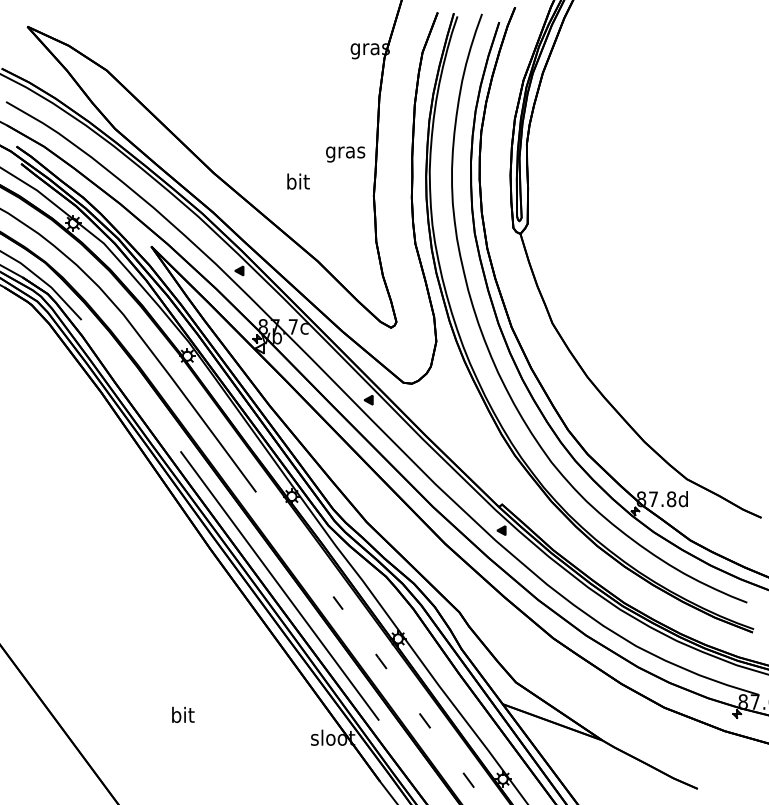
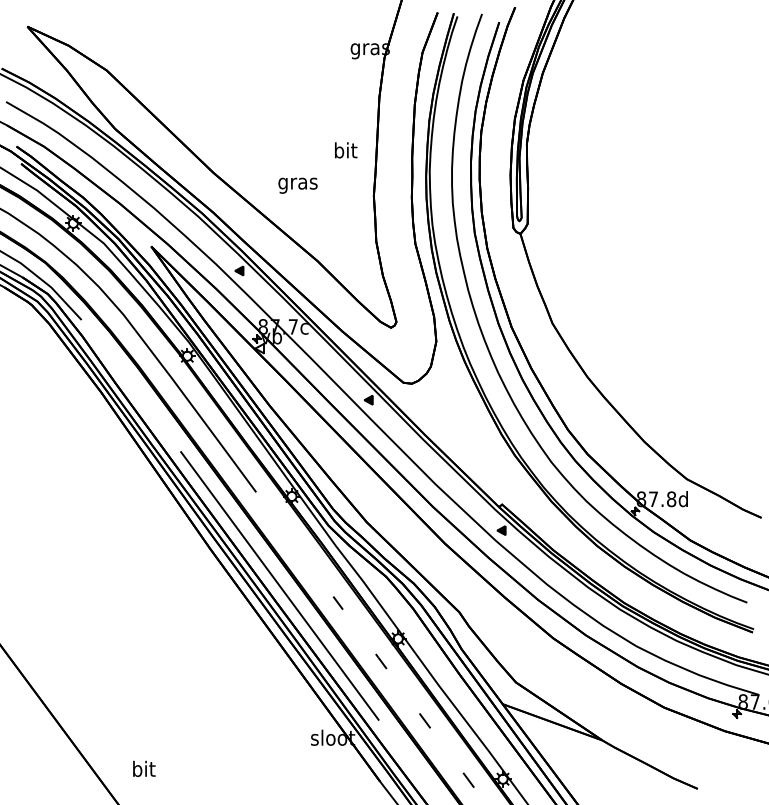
text at (345, 152): gras -> bit
text at (297, 183): bit -> gras
text at (183, 714) position: (183, 714) -> (144, 768)
